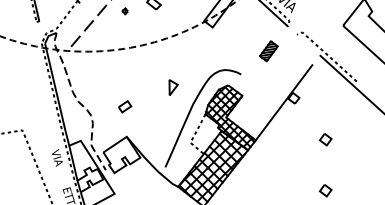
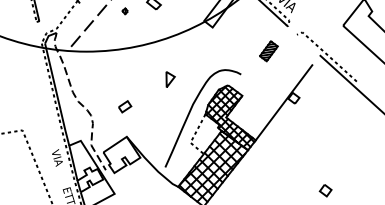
circle at (118, 25): dashed -> solid
part at (173, 87) position: (173, 87) -> (170, 79)
part at (325, 139): present -> none
